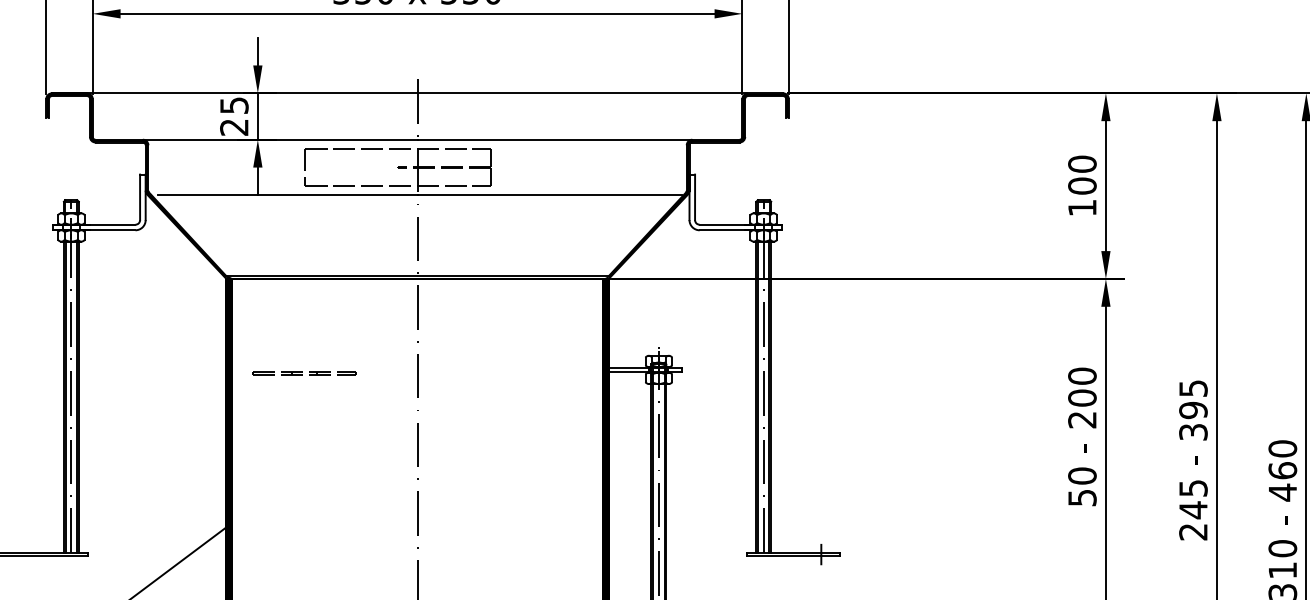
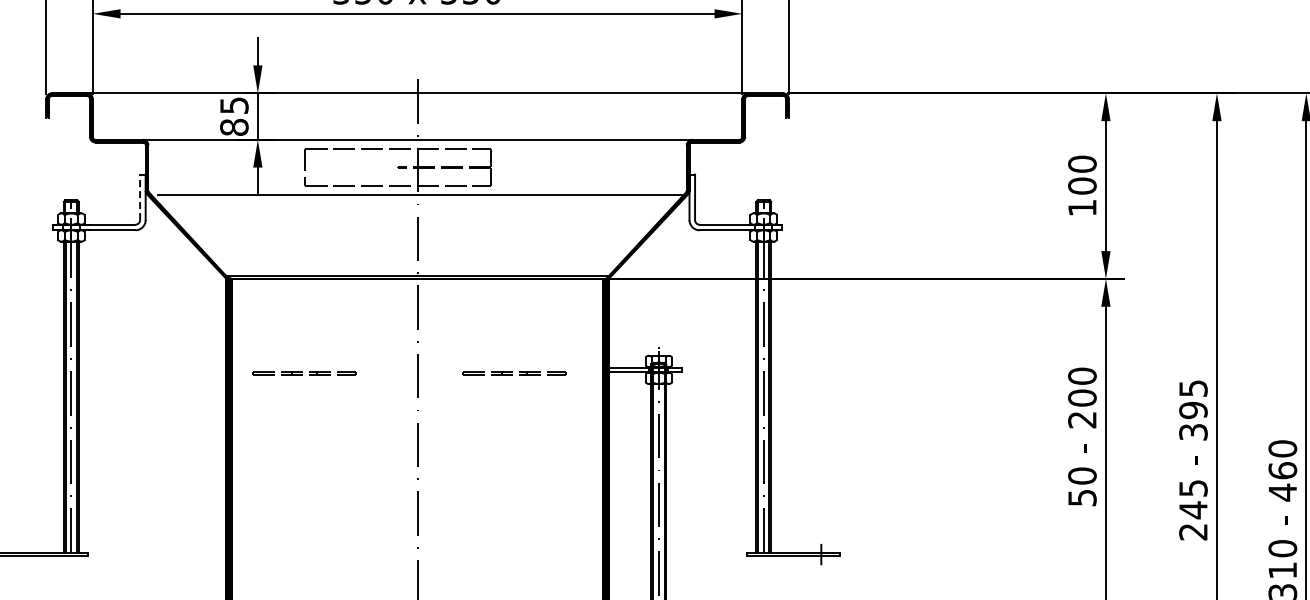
text at (234, 126): 25 -> 85
line at (140, 197): solid -> dashed
line at (512, 372): none -> present
line at (182, 560): present -> none
